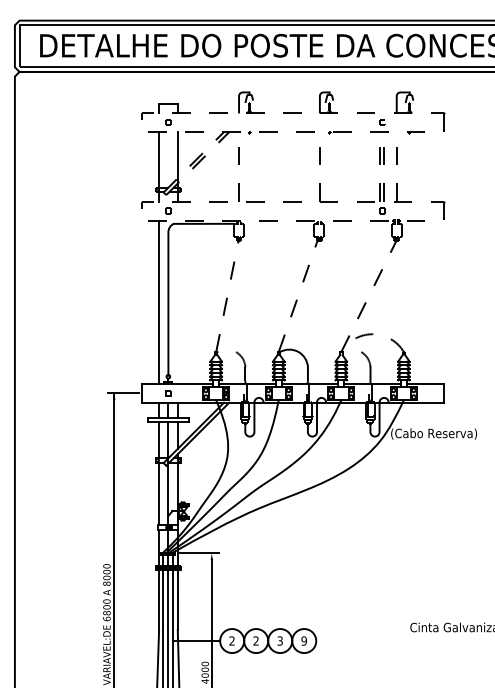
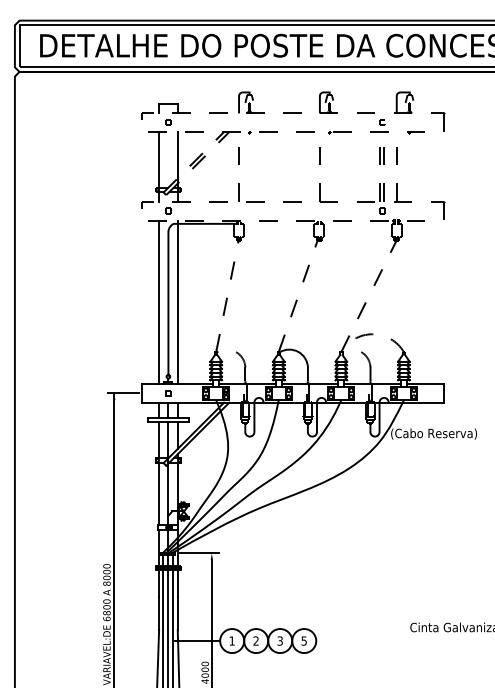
line at (177, 302): none -> present
text at (231, 640): 2 -> 1
text at (303, 640): 9 -> 5
